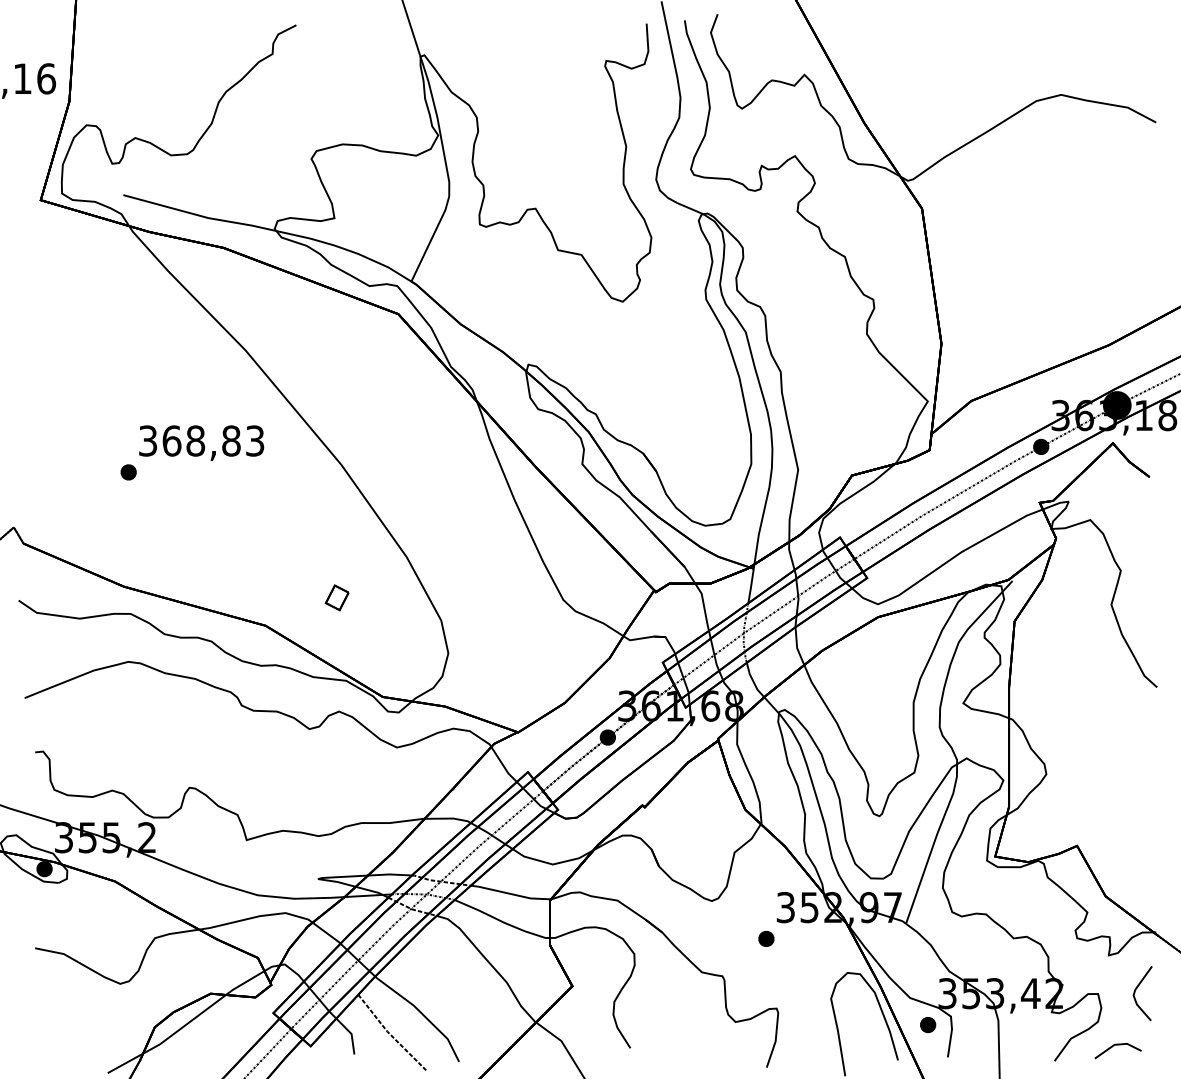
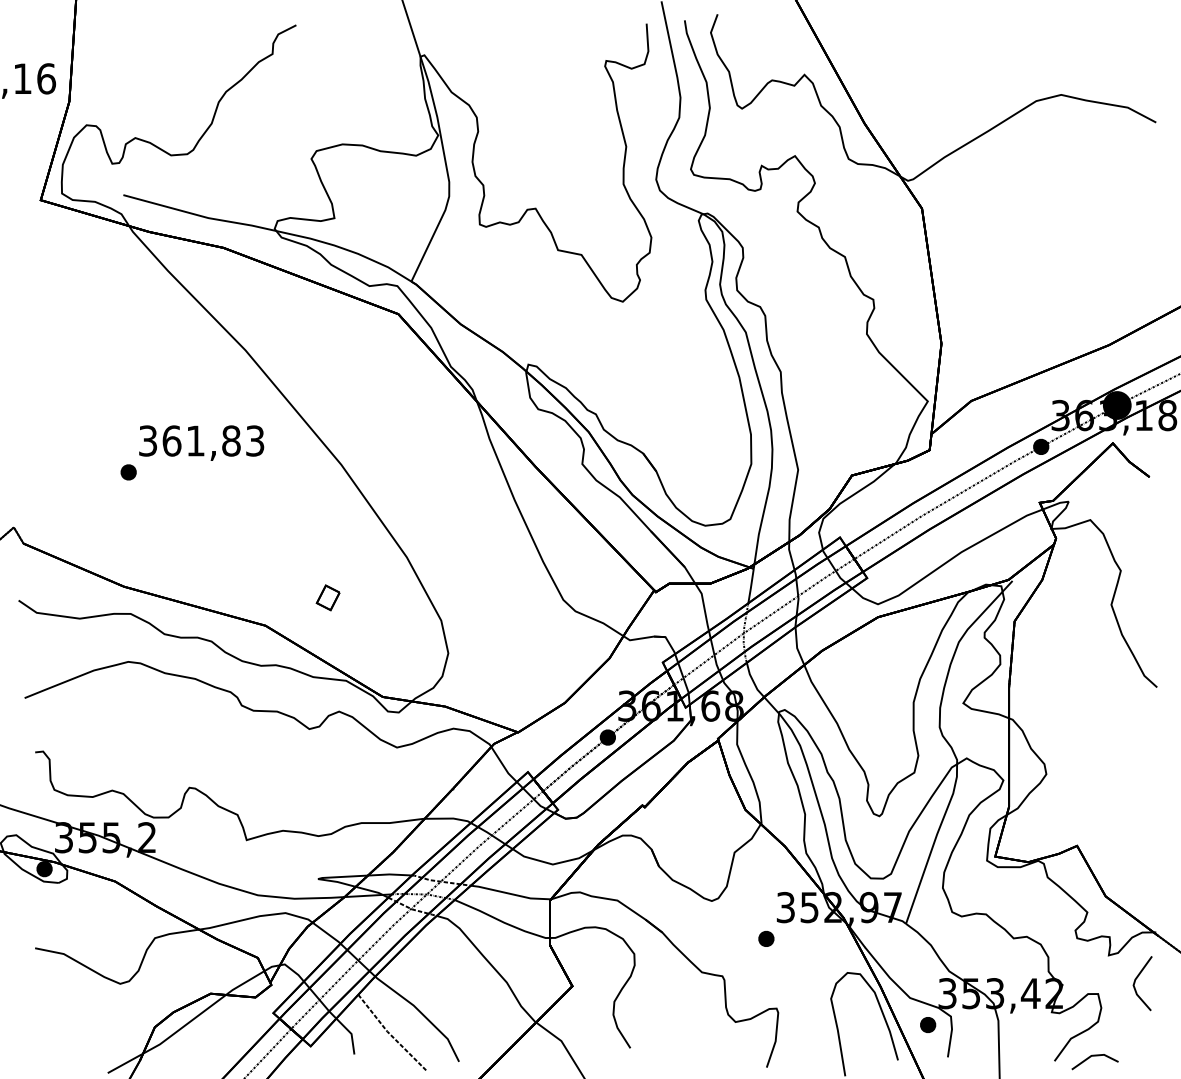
text at (195, 440): 368,83 -> 361,83
part at (336, 597) position: (336, 597) -> (327, 597)
line at (1135, 993) position: (1135, 993) -> (1135, 983)
line at (1117, 1045) position: (1117, 1045) -> (1094, 1056)
